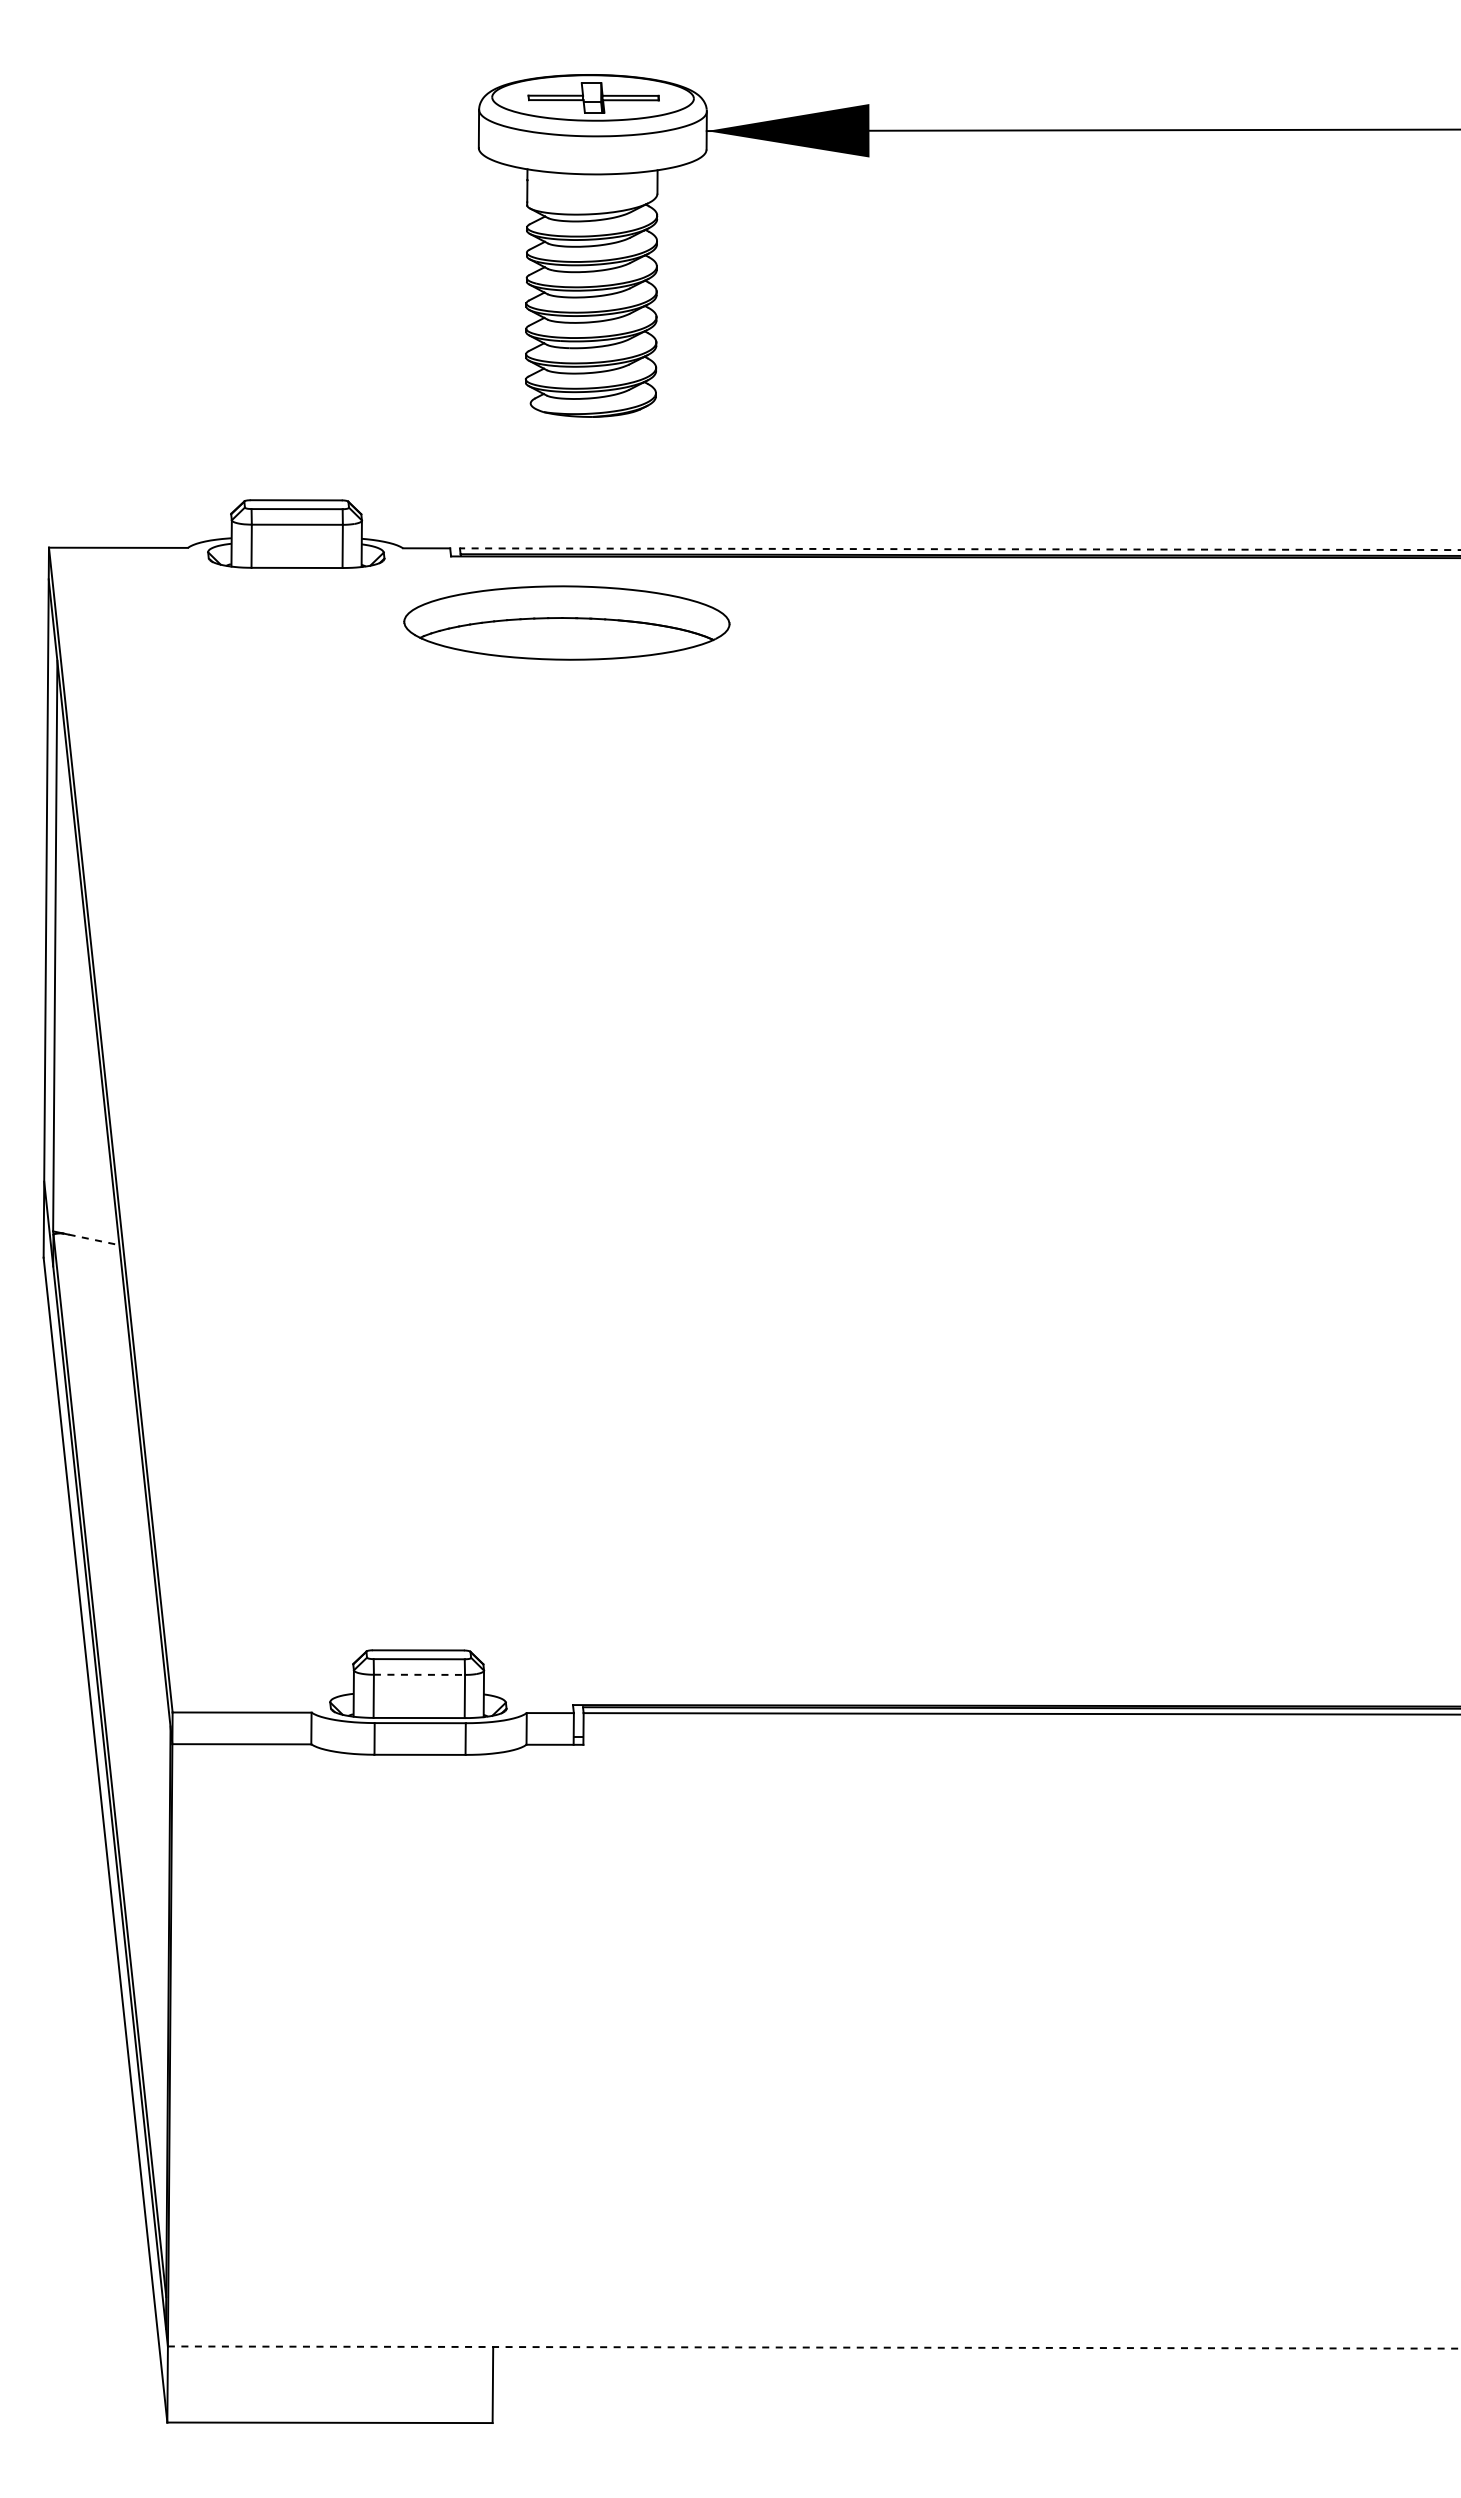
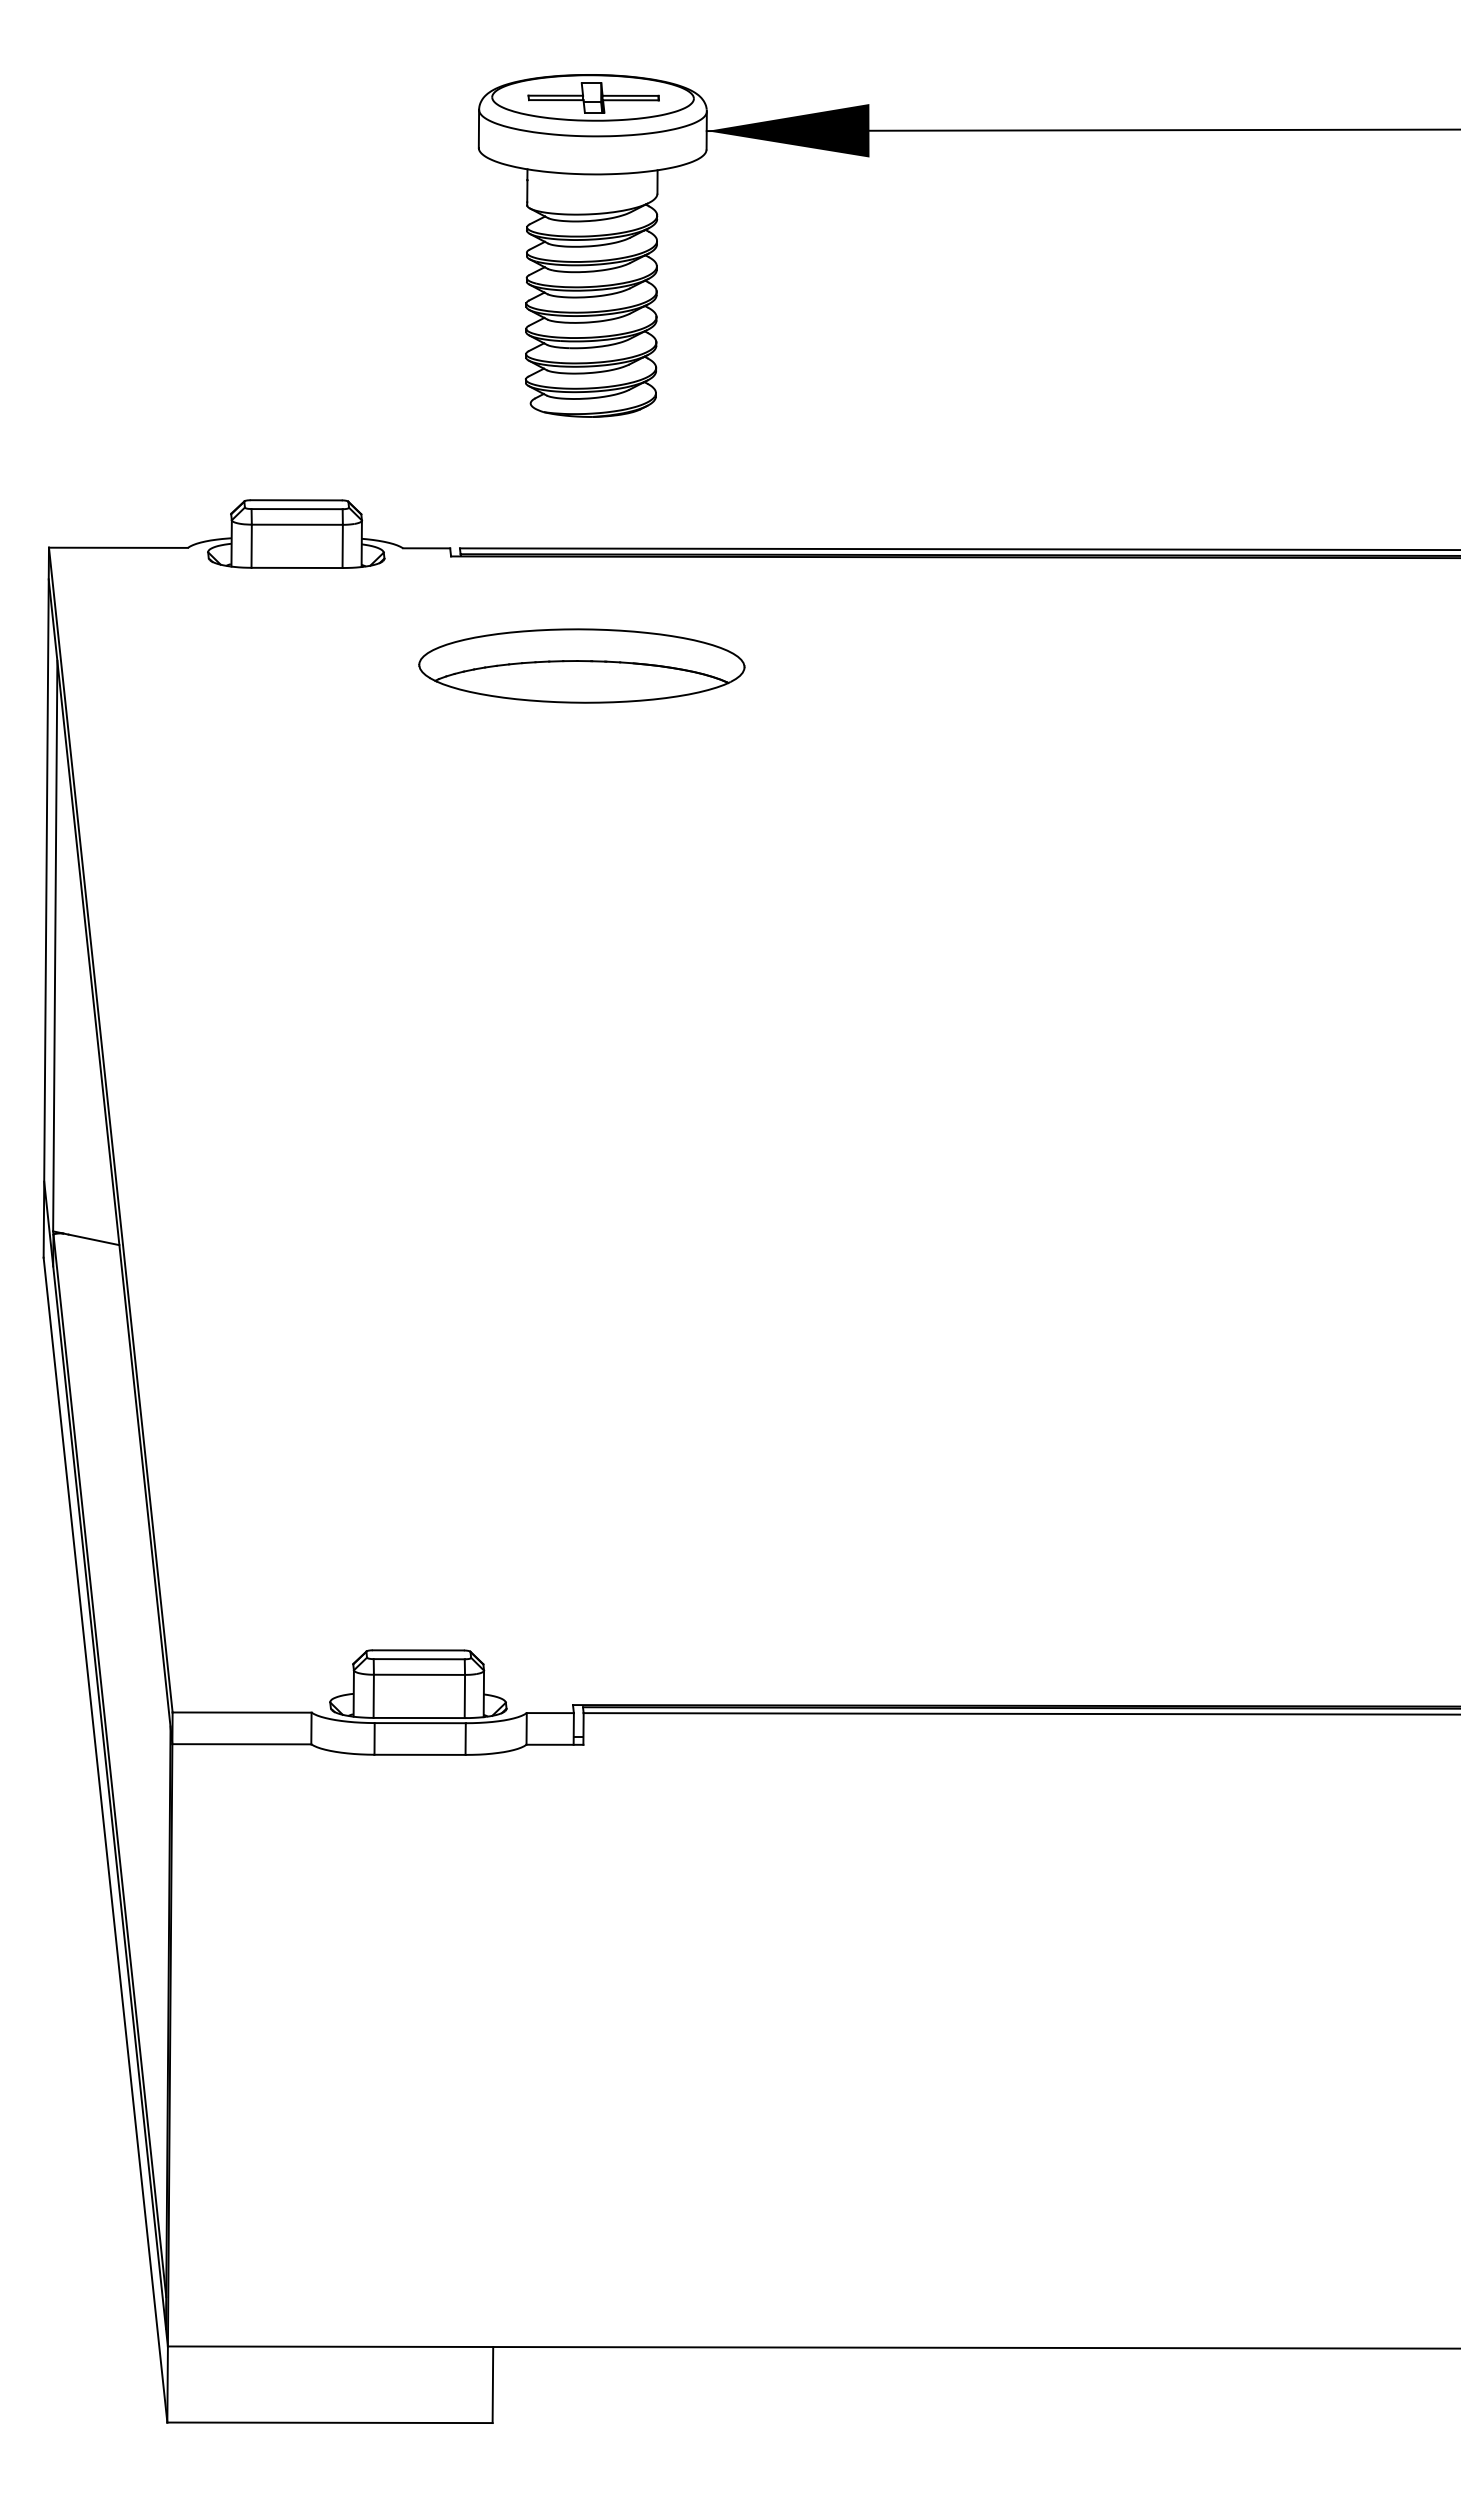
line at (959, 549): dashed -> solid
part at (566, 622) position: (566, 622) -> (581, 665)
line at (94, 1239): dashed -> solid
line at (419, 1674): dashed -> solid
line at (814, 2347): dashed -> solid
